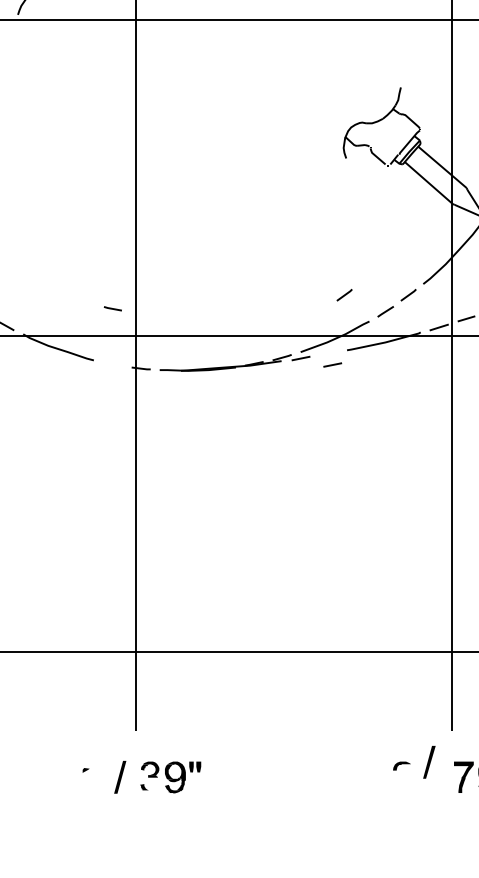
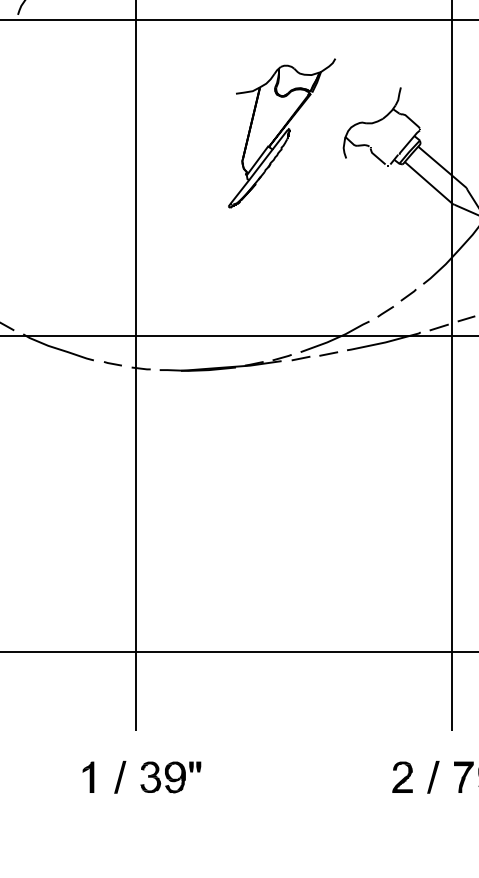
part at (281, 133): none -> present
line at (344, 295): present -> none
line at (112, 308) position: (112, 308) -> (112, 363)
line at (332, 364) position: (332, 364) -> (328, 353)
line at (429, 762) position: (429, 762) -> (433, 777)
fill at (89, 777): none -> present
fill at (402, 778): none -> present
fill at (151, 785): none -> present
